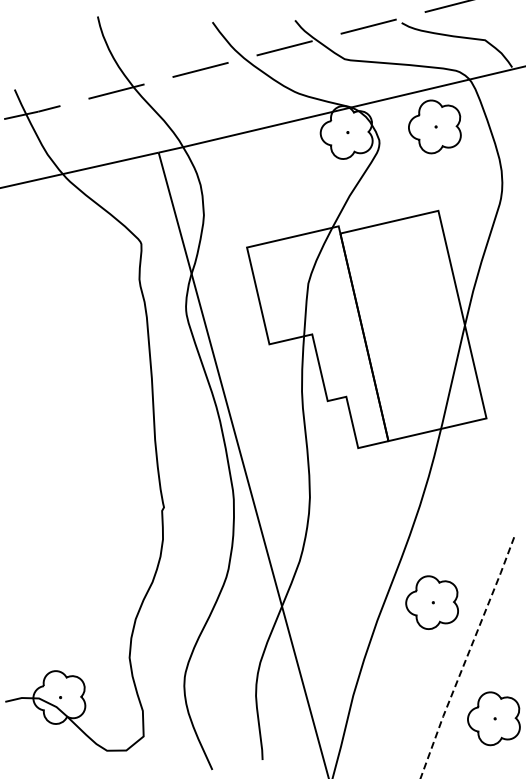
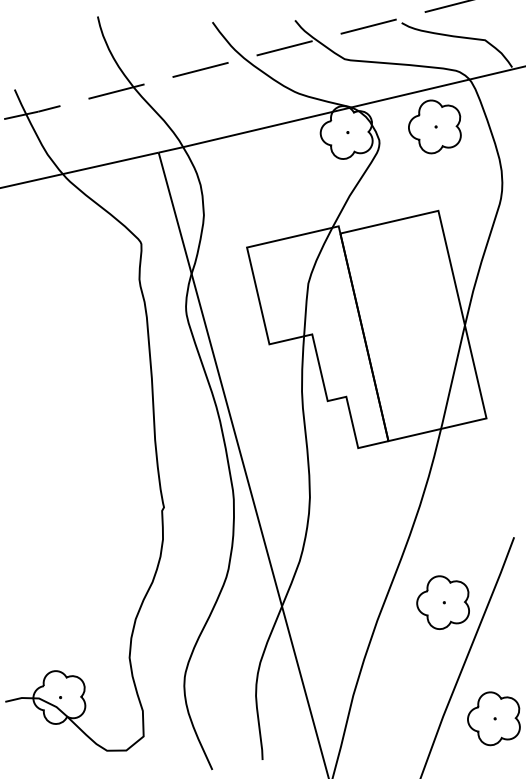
part at (431, 602) position: (431, 602) -> (442, 602)
line at (466, 657): dashed -> solid
